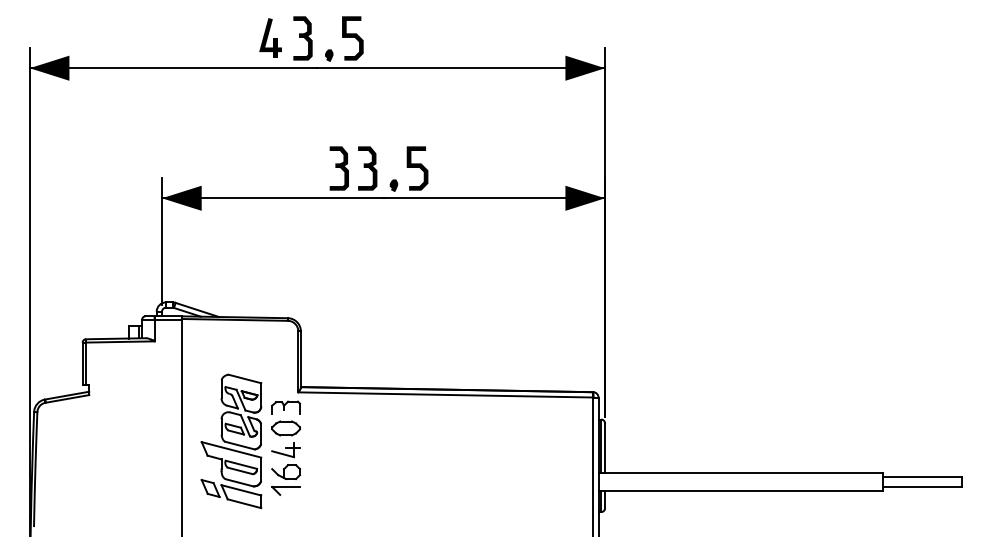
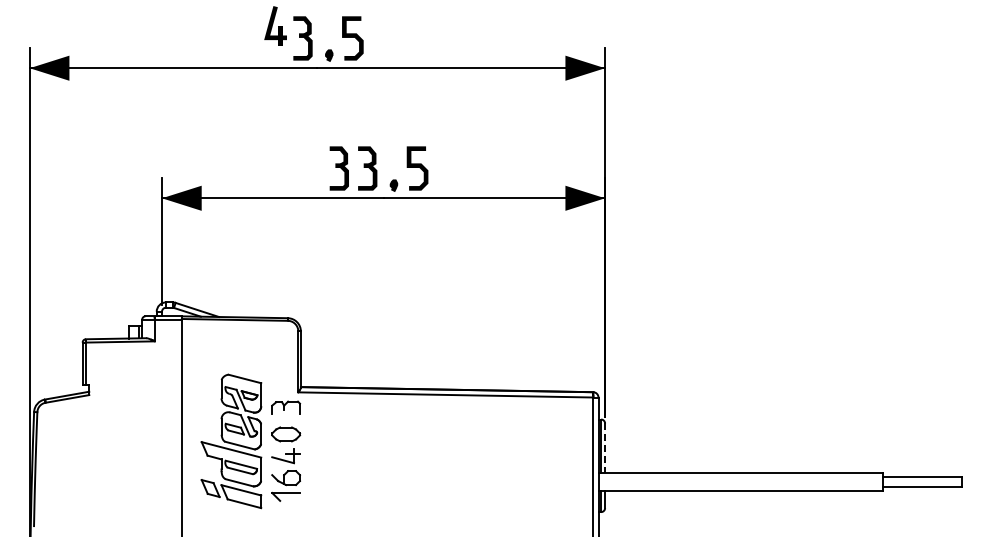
part at (270, 37) position: (270, 37) -> (275, 25)
line at (605, 448): solid -> dashed
part at (286, 457) position: (286, 457) -> (286, 463)
